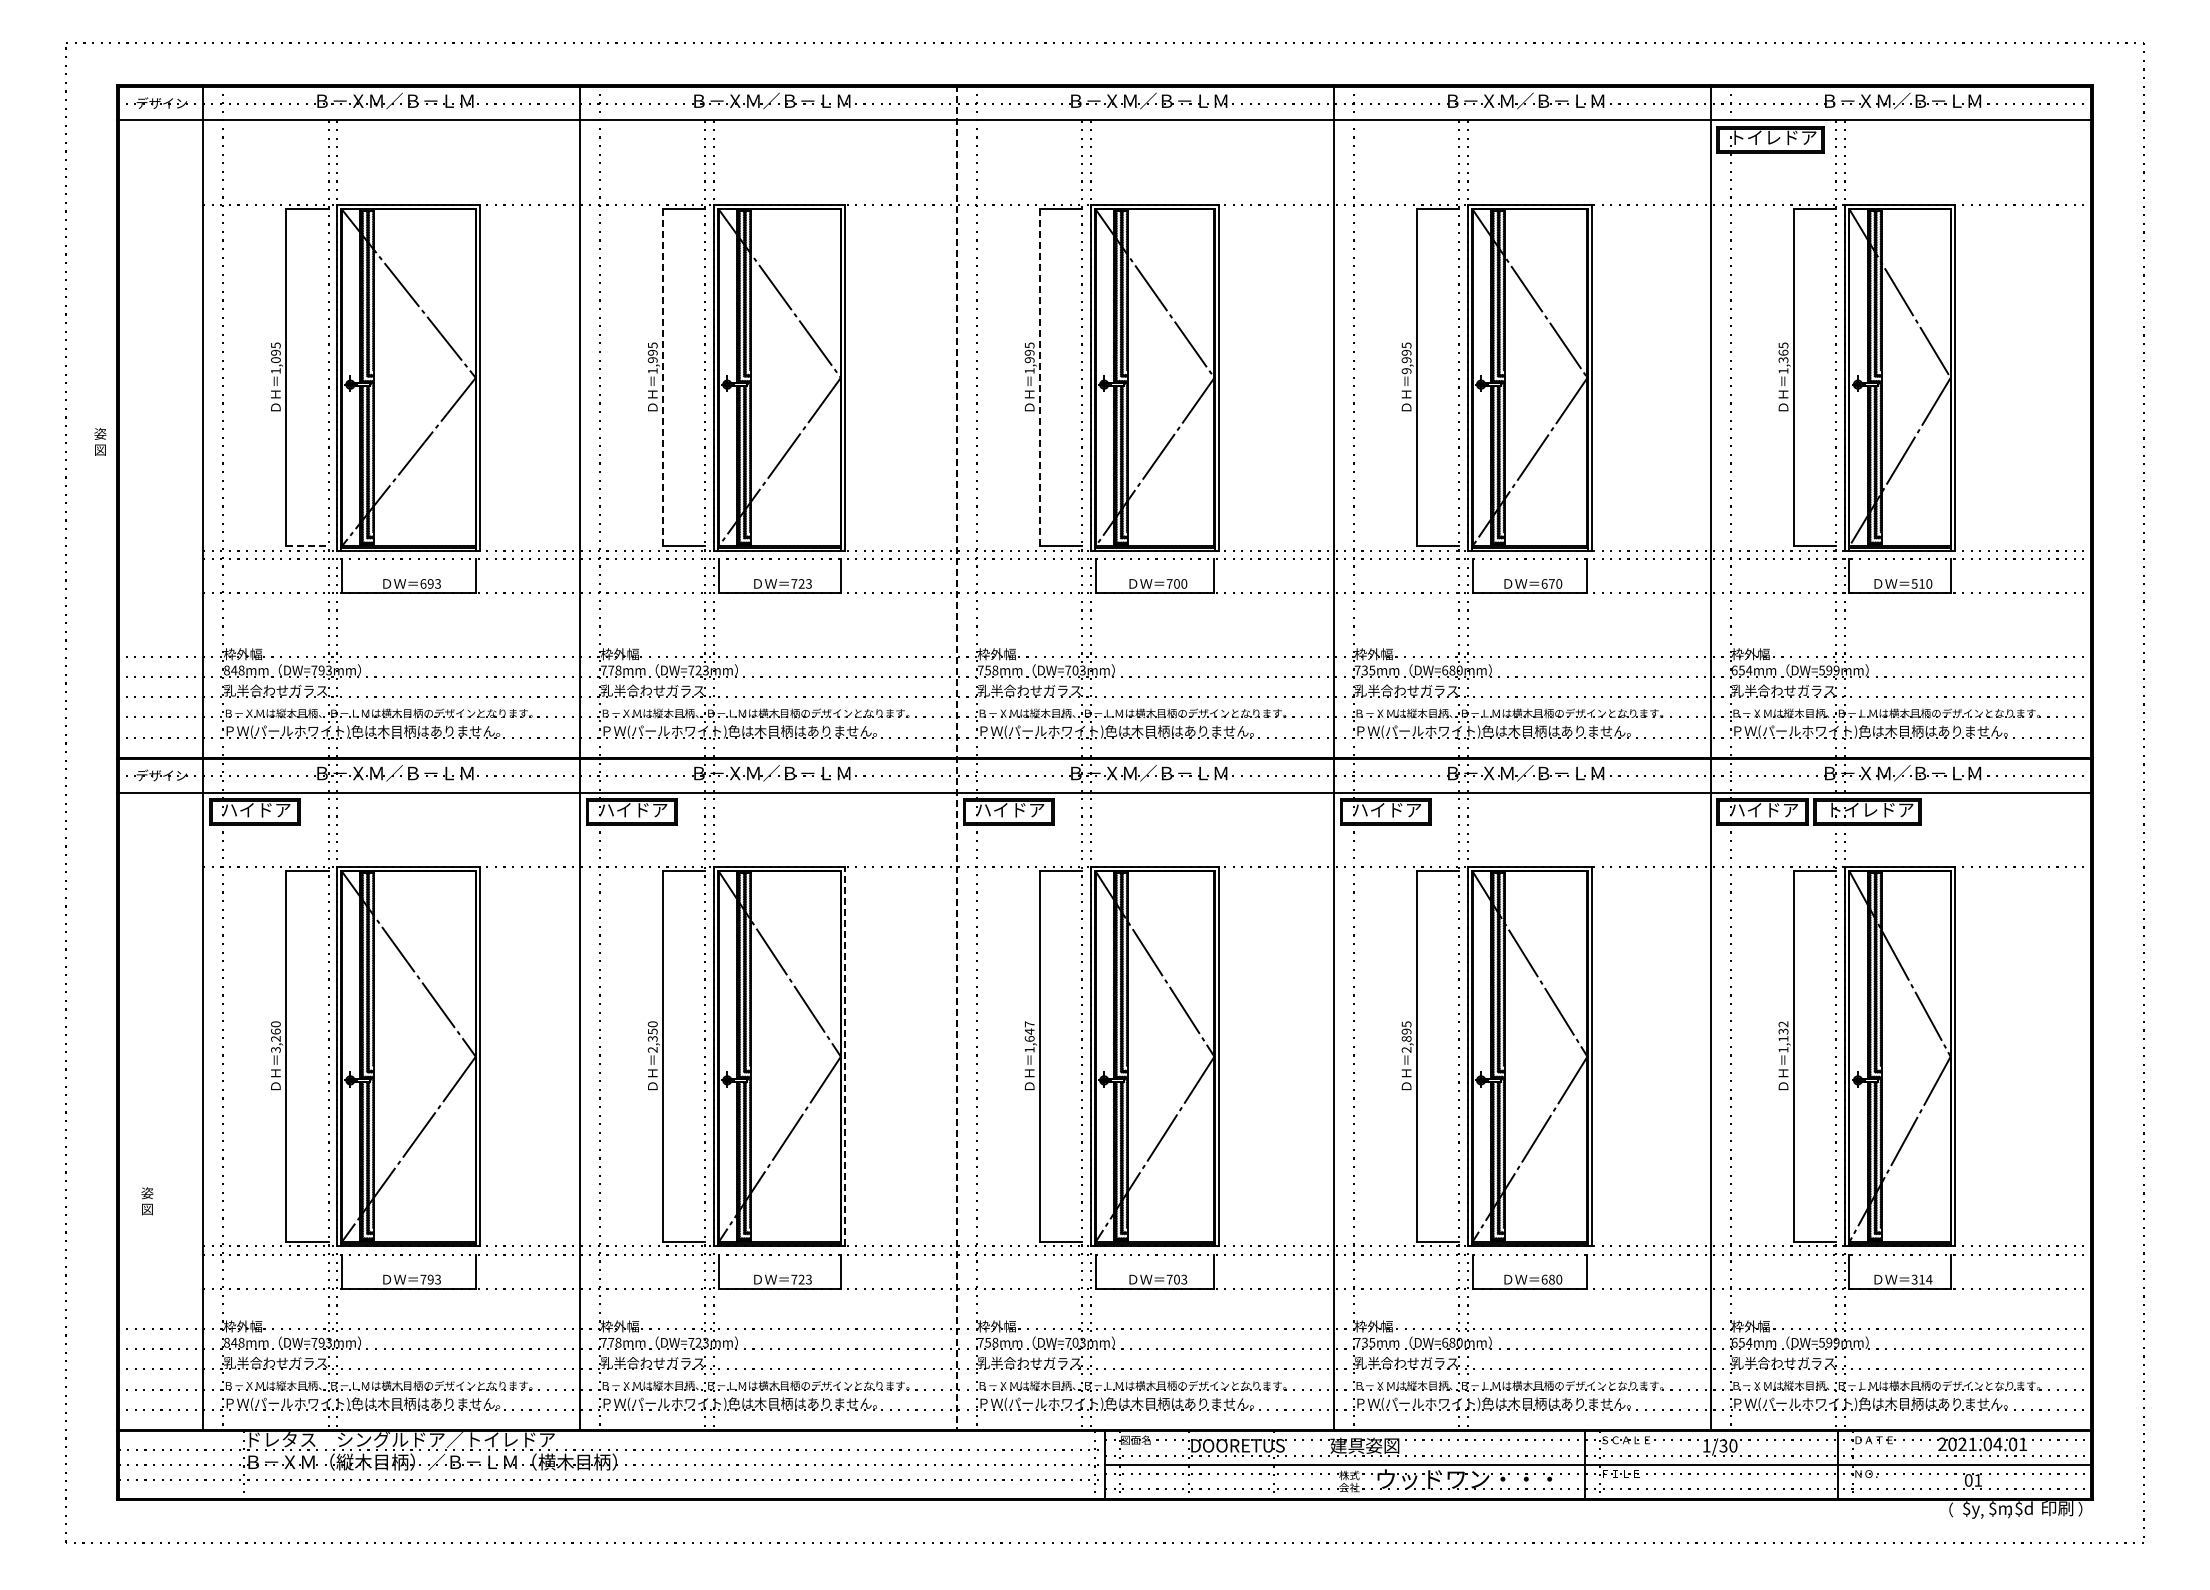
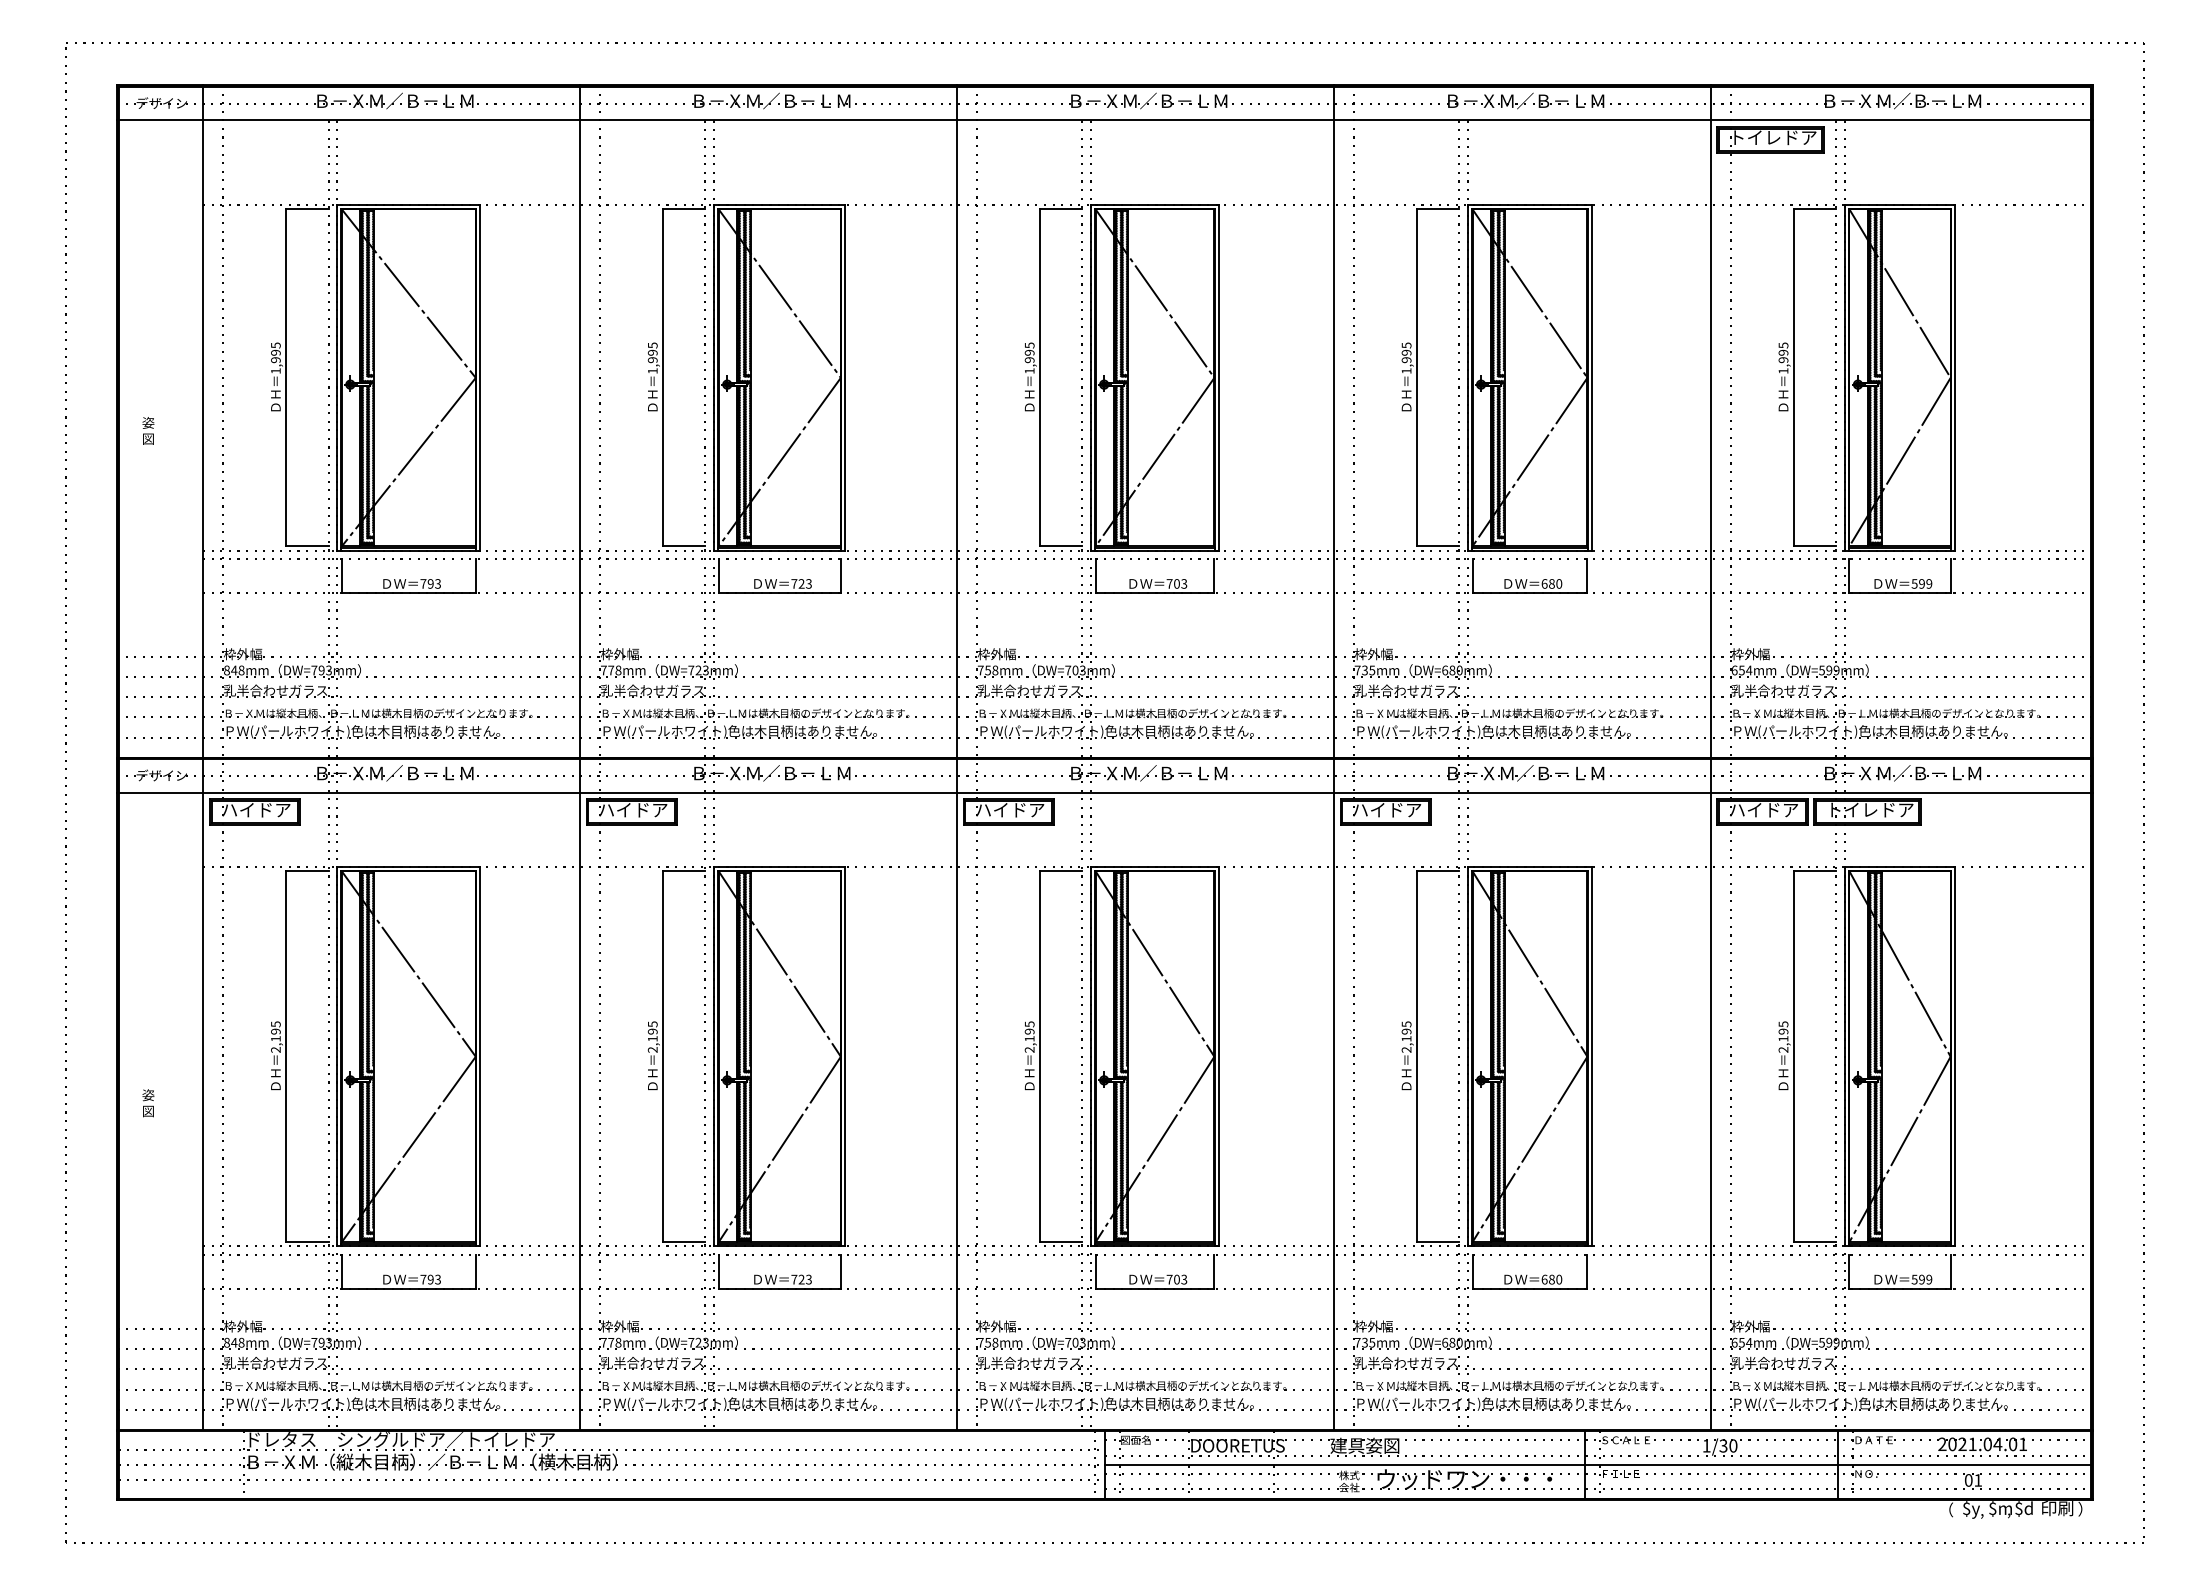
text at (1783, 356): 1,365 -> 1,995
text at (275, 360): 1,095 -> 1,995
text at (1406, 371): 9,995 -> 1,995
line at (663, 378): dashed -> solid
line at (1040, 378): dashed -> solid
text at (100, 441) position: (100, 441) -> (148, 430)
line at (307, 546): dashed -> solid
text at (423, 583): 693 -> 793
text at (1184, 583): 700 -> 703
text at (1551, 583): 670 -> 680
text at (1925, 583): 510 -> 599
line at (956, 757): dashed -> solid
text at (652, 1031): 2,350 -> 2,195
text at (275, 1036): 3,260 -> 2,195
text at (1029, 1036): 1,647 -> 2,195
text at (1783, 1036): 1,132 -> 2,195
text at (1406, 1038): 2,895 -> 2,195
line at (845, 1056): dashed -> solid
text at (147, 1201) position: (147, 1201) -> (148, 1103)
text at (1922, 1279): 314 -> 599
